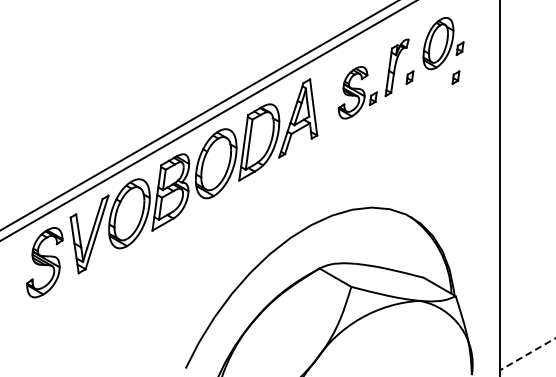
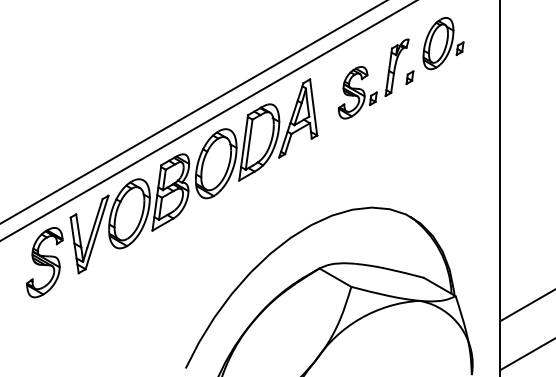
part at (455, 77): present -> none
line at (199, 115) position: (199, 115) -> (193, 112)
line at (526, 306): none -> present
line at (527, 354): dashed -> solid
